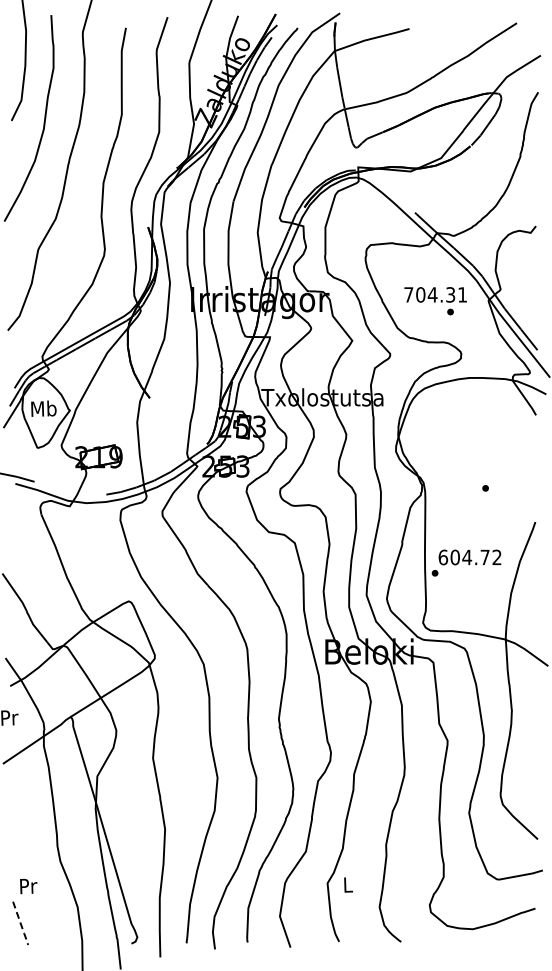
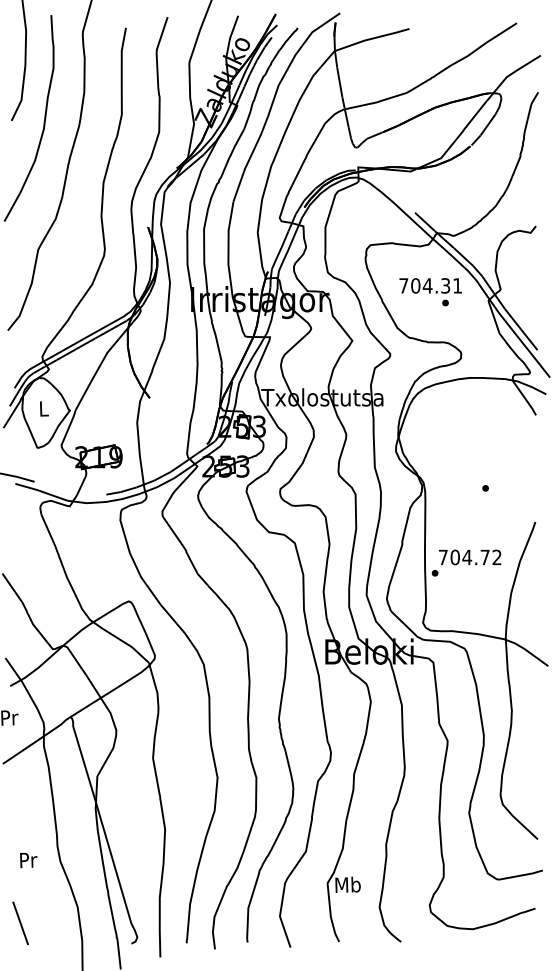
text at (435, 301) position: (435, 301) -> (430, 292)
text at (43, 408): Mb -> L
text at (443, 557): 604.72 -> 704.72
text at (347, 884): L -> Mb
text at (28, 886) position: (28, 886) -> (28, 860)
line at (21, 924): dashed -> solid
